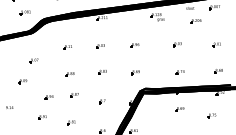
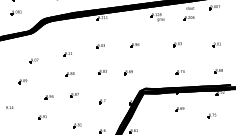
part at (24, 12) position: (24, 12) -> (15, 12)
part at (195, 21) position: (195, 21) -> (188, 18)
part at (67, 47) position: (67, 47) -> (67, 54)
part at (135, 72) position: (135, 72) -> (128, 72)
part at (71, 122) position: (71, 122) -> (77, 125)
